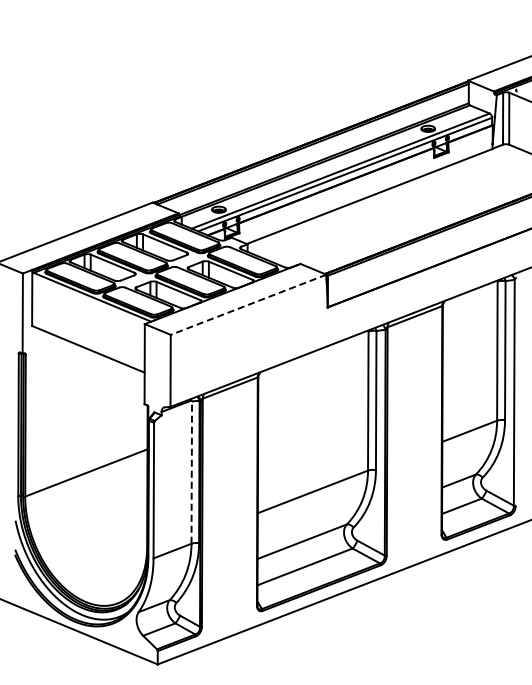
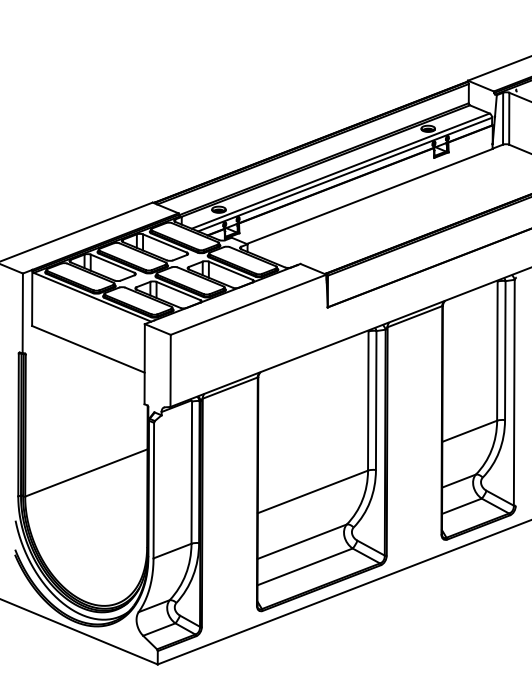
line at (248, 304): dashed -> solid
line at (191, 472): dashed -> solid
